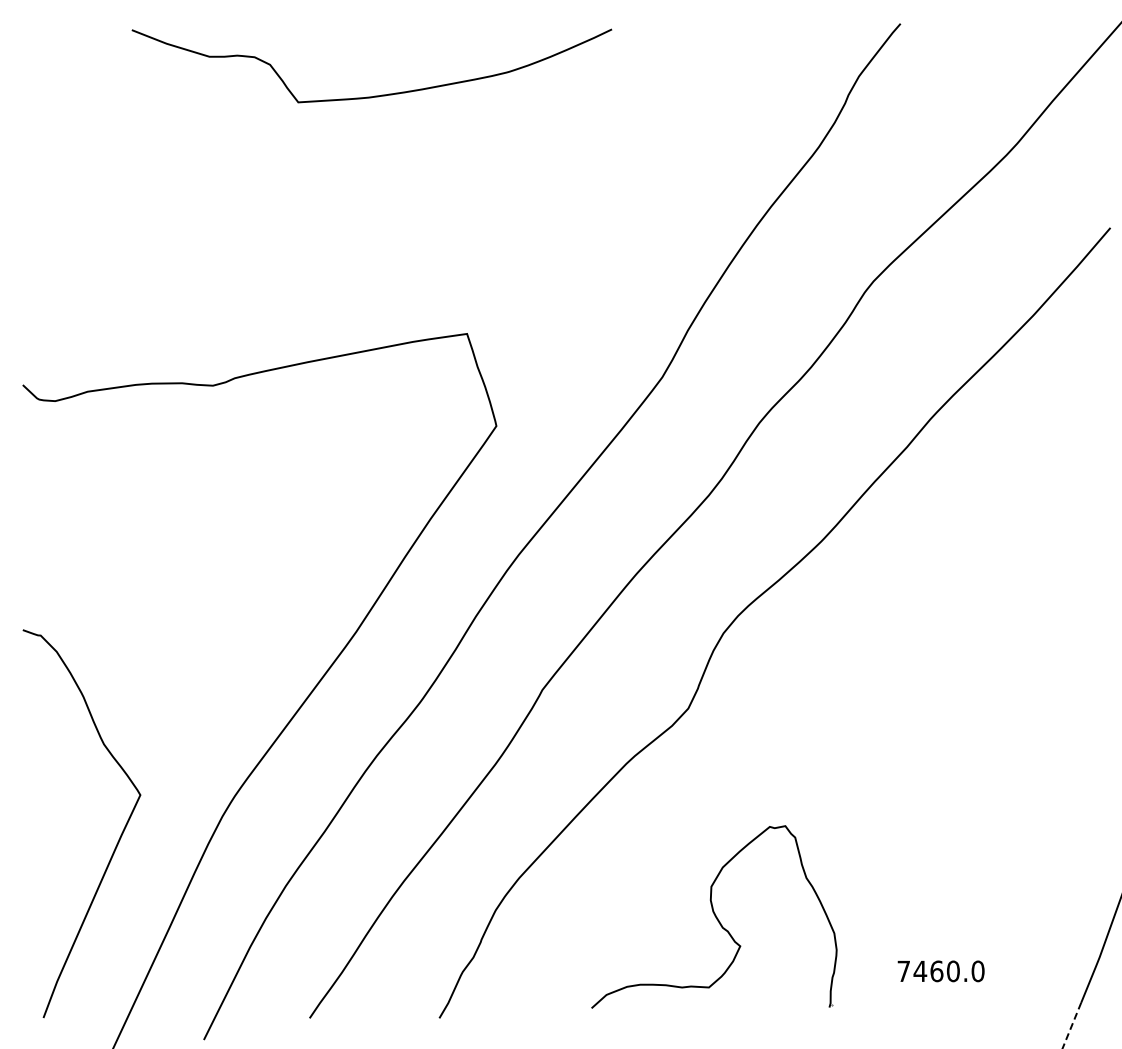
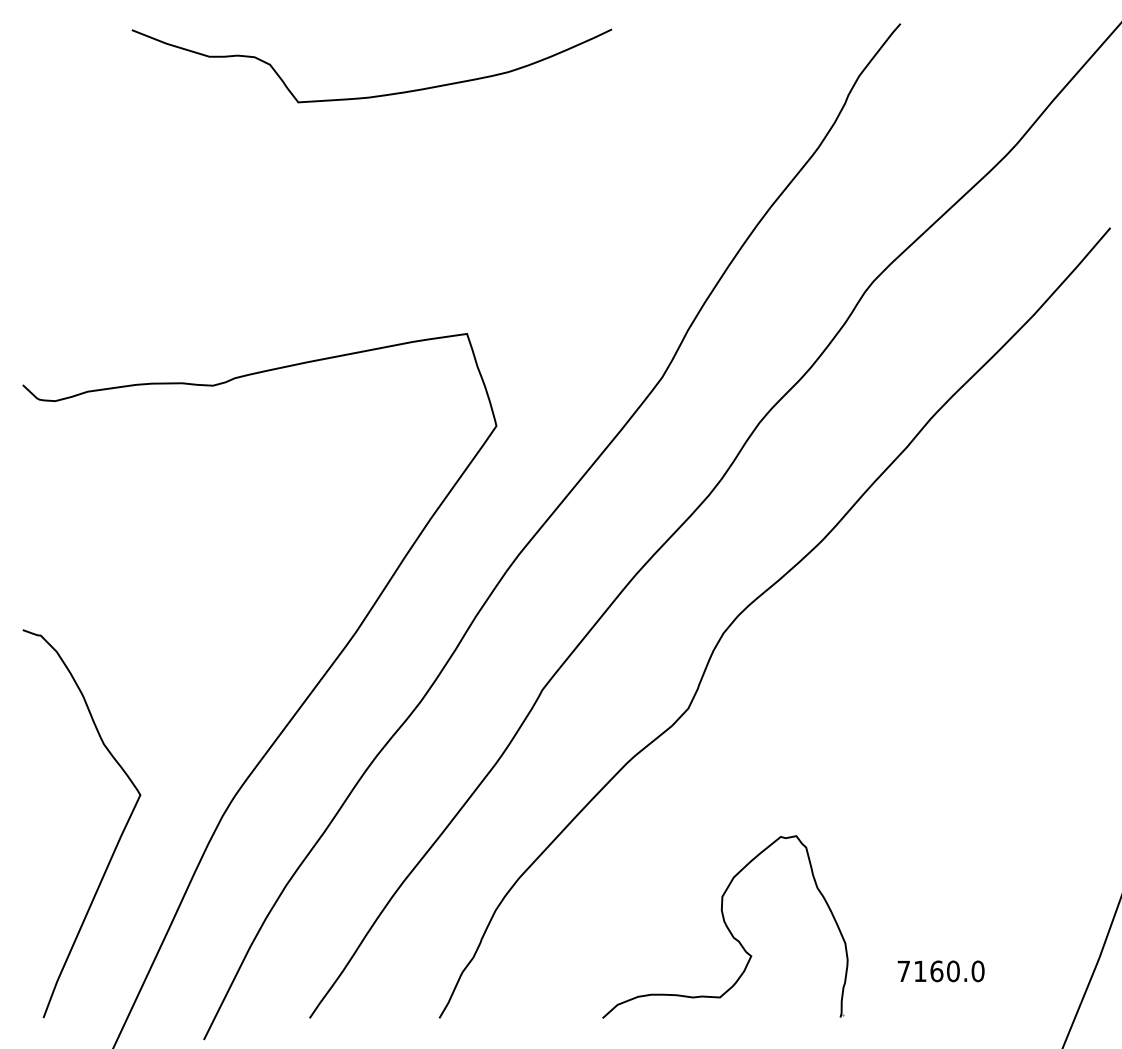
part at (714, 916) position: (714, 916) -> (725, 926)
text at (920, 970): 7460.0 -> 7160.0
line at (1071, 1025): dashed -> solid
